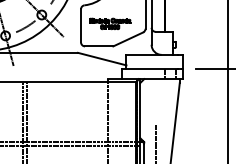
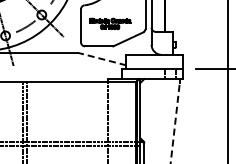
line at (101, 59): solid -> dashed
line at (175, 122): solid -> dashed
line at (155, 141): present -> none
